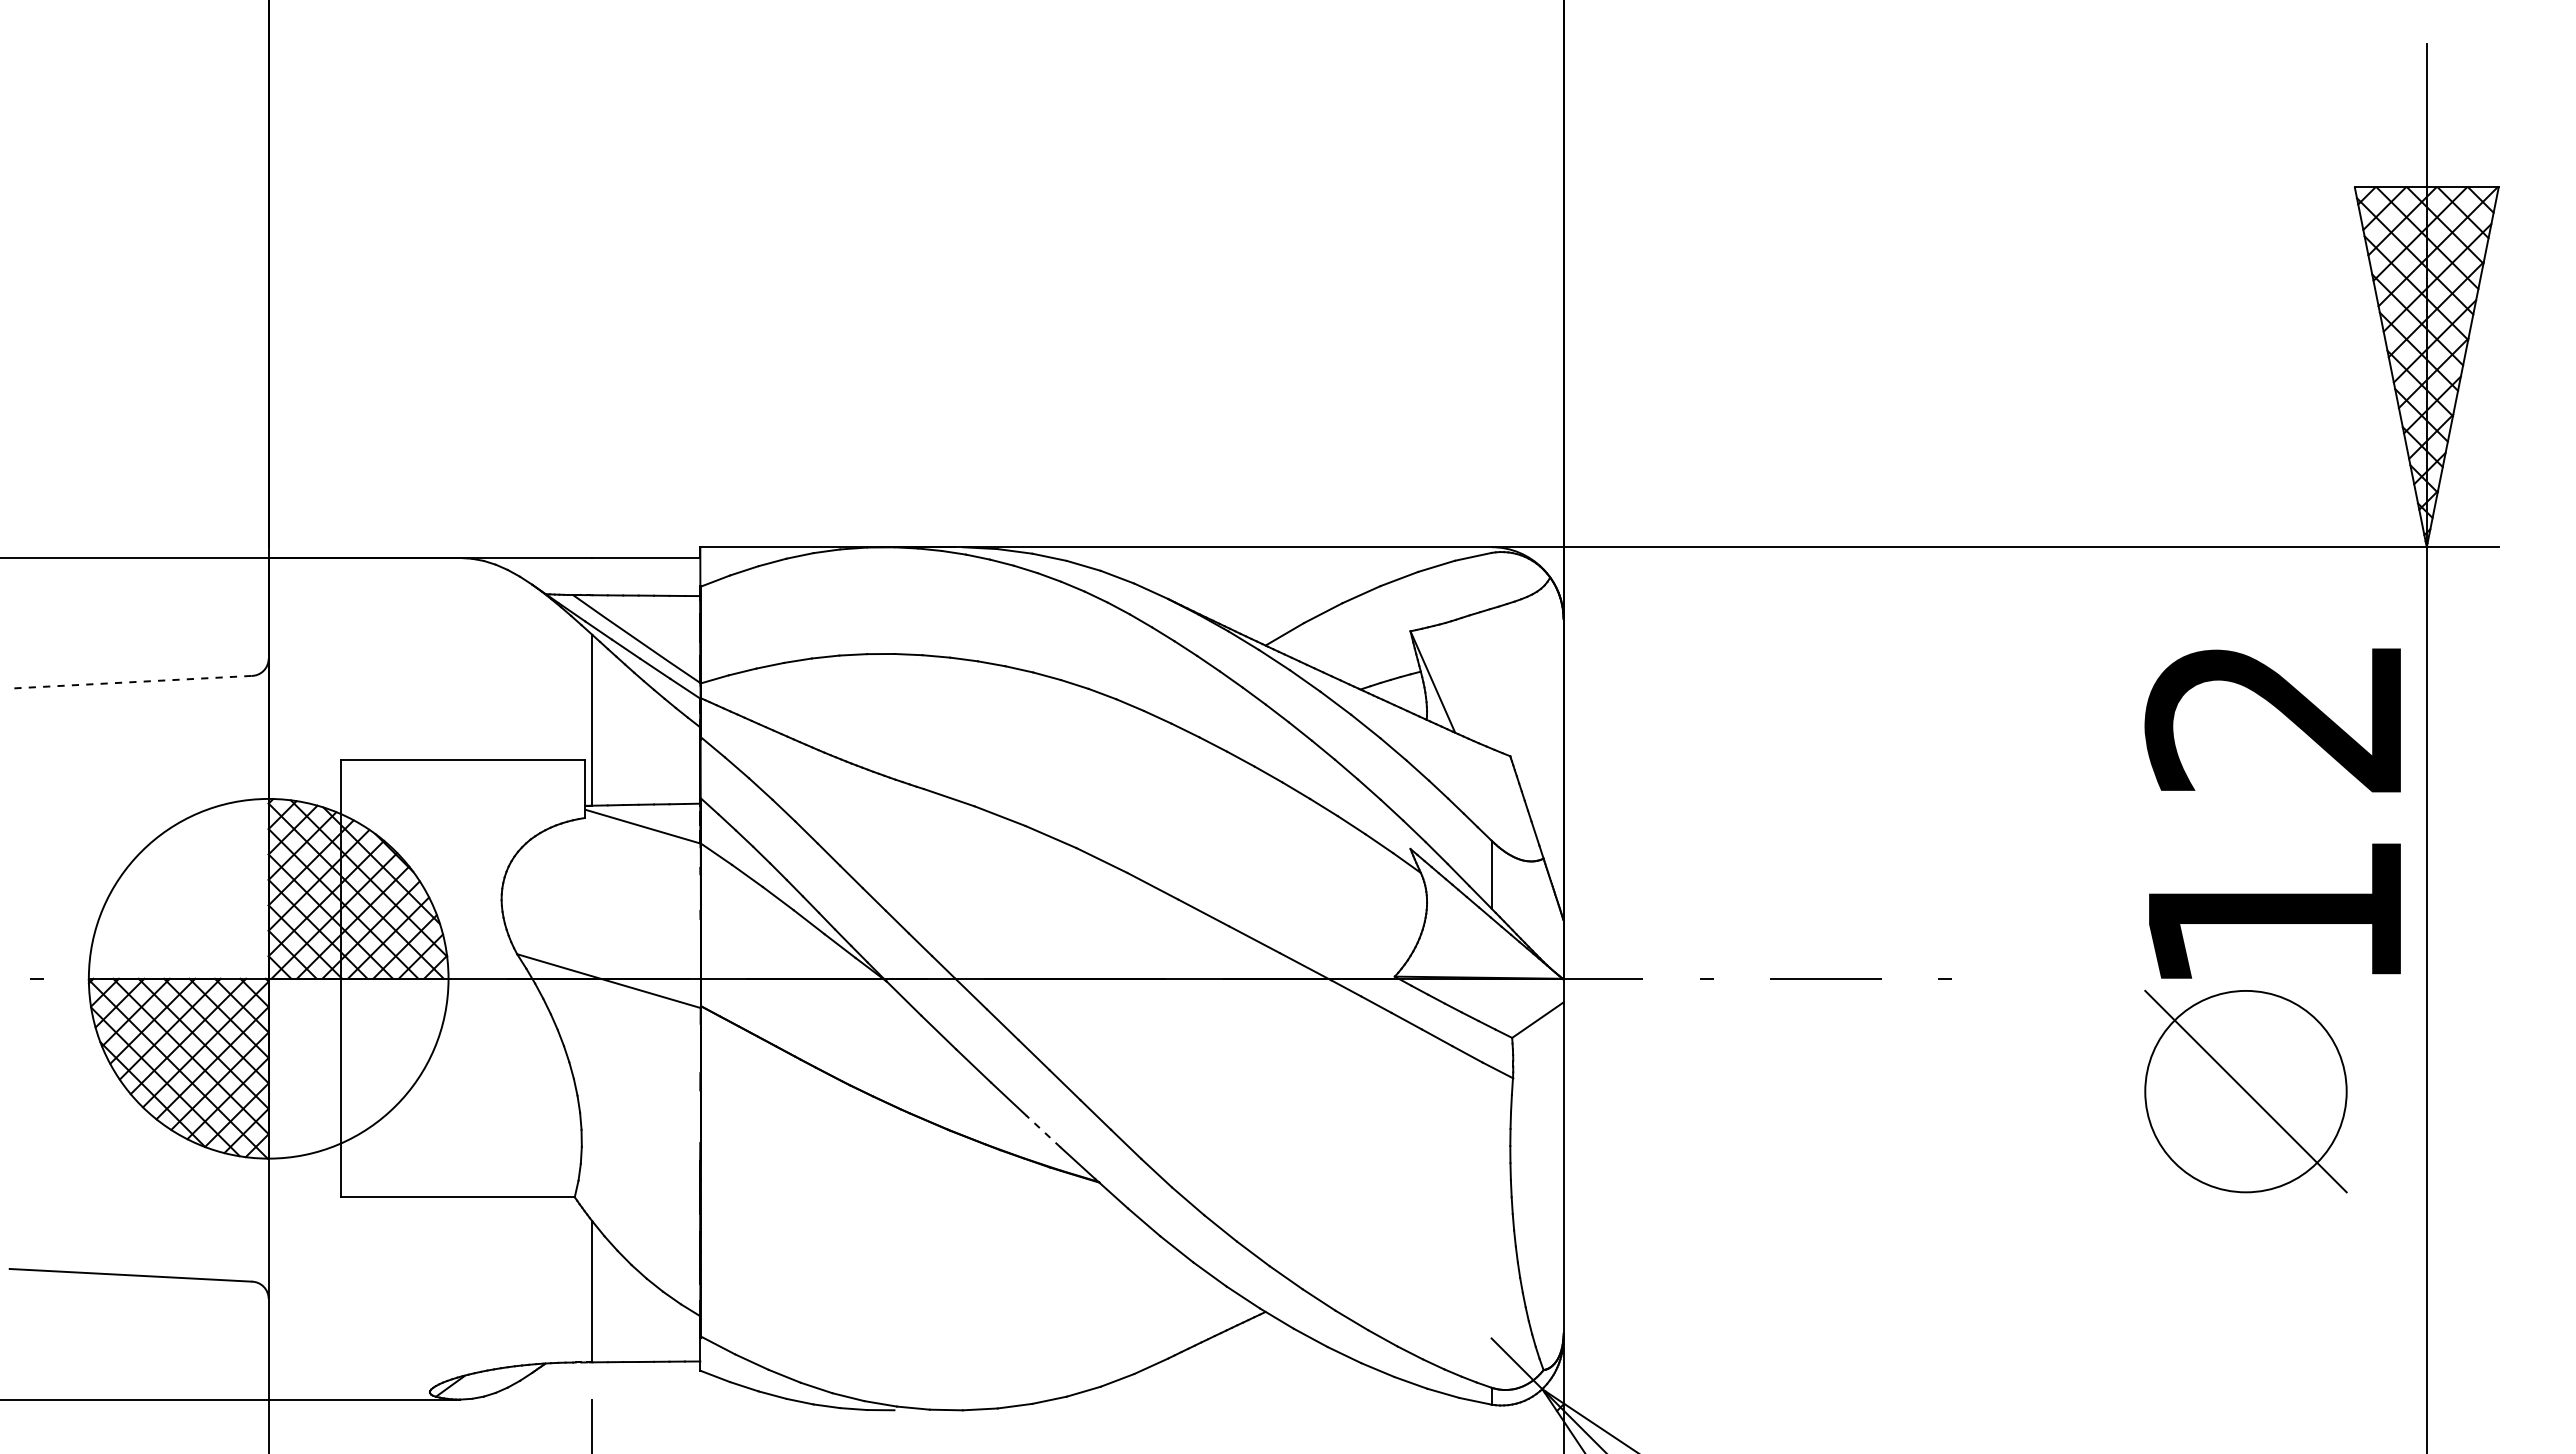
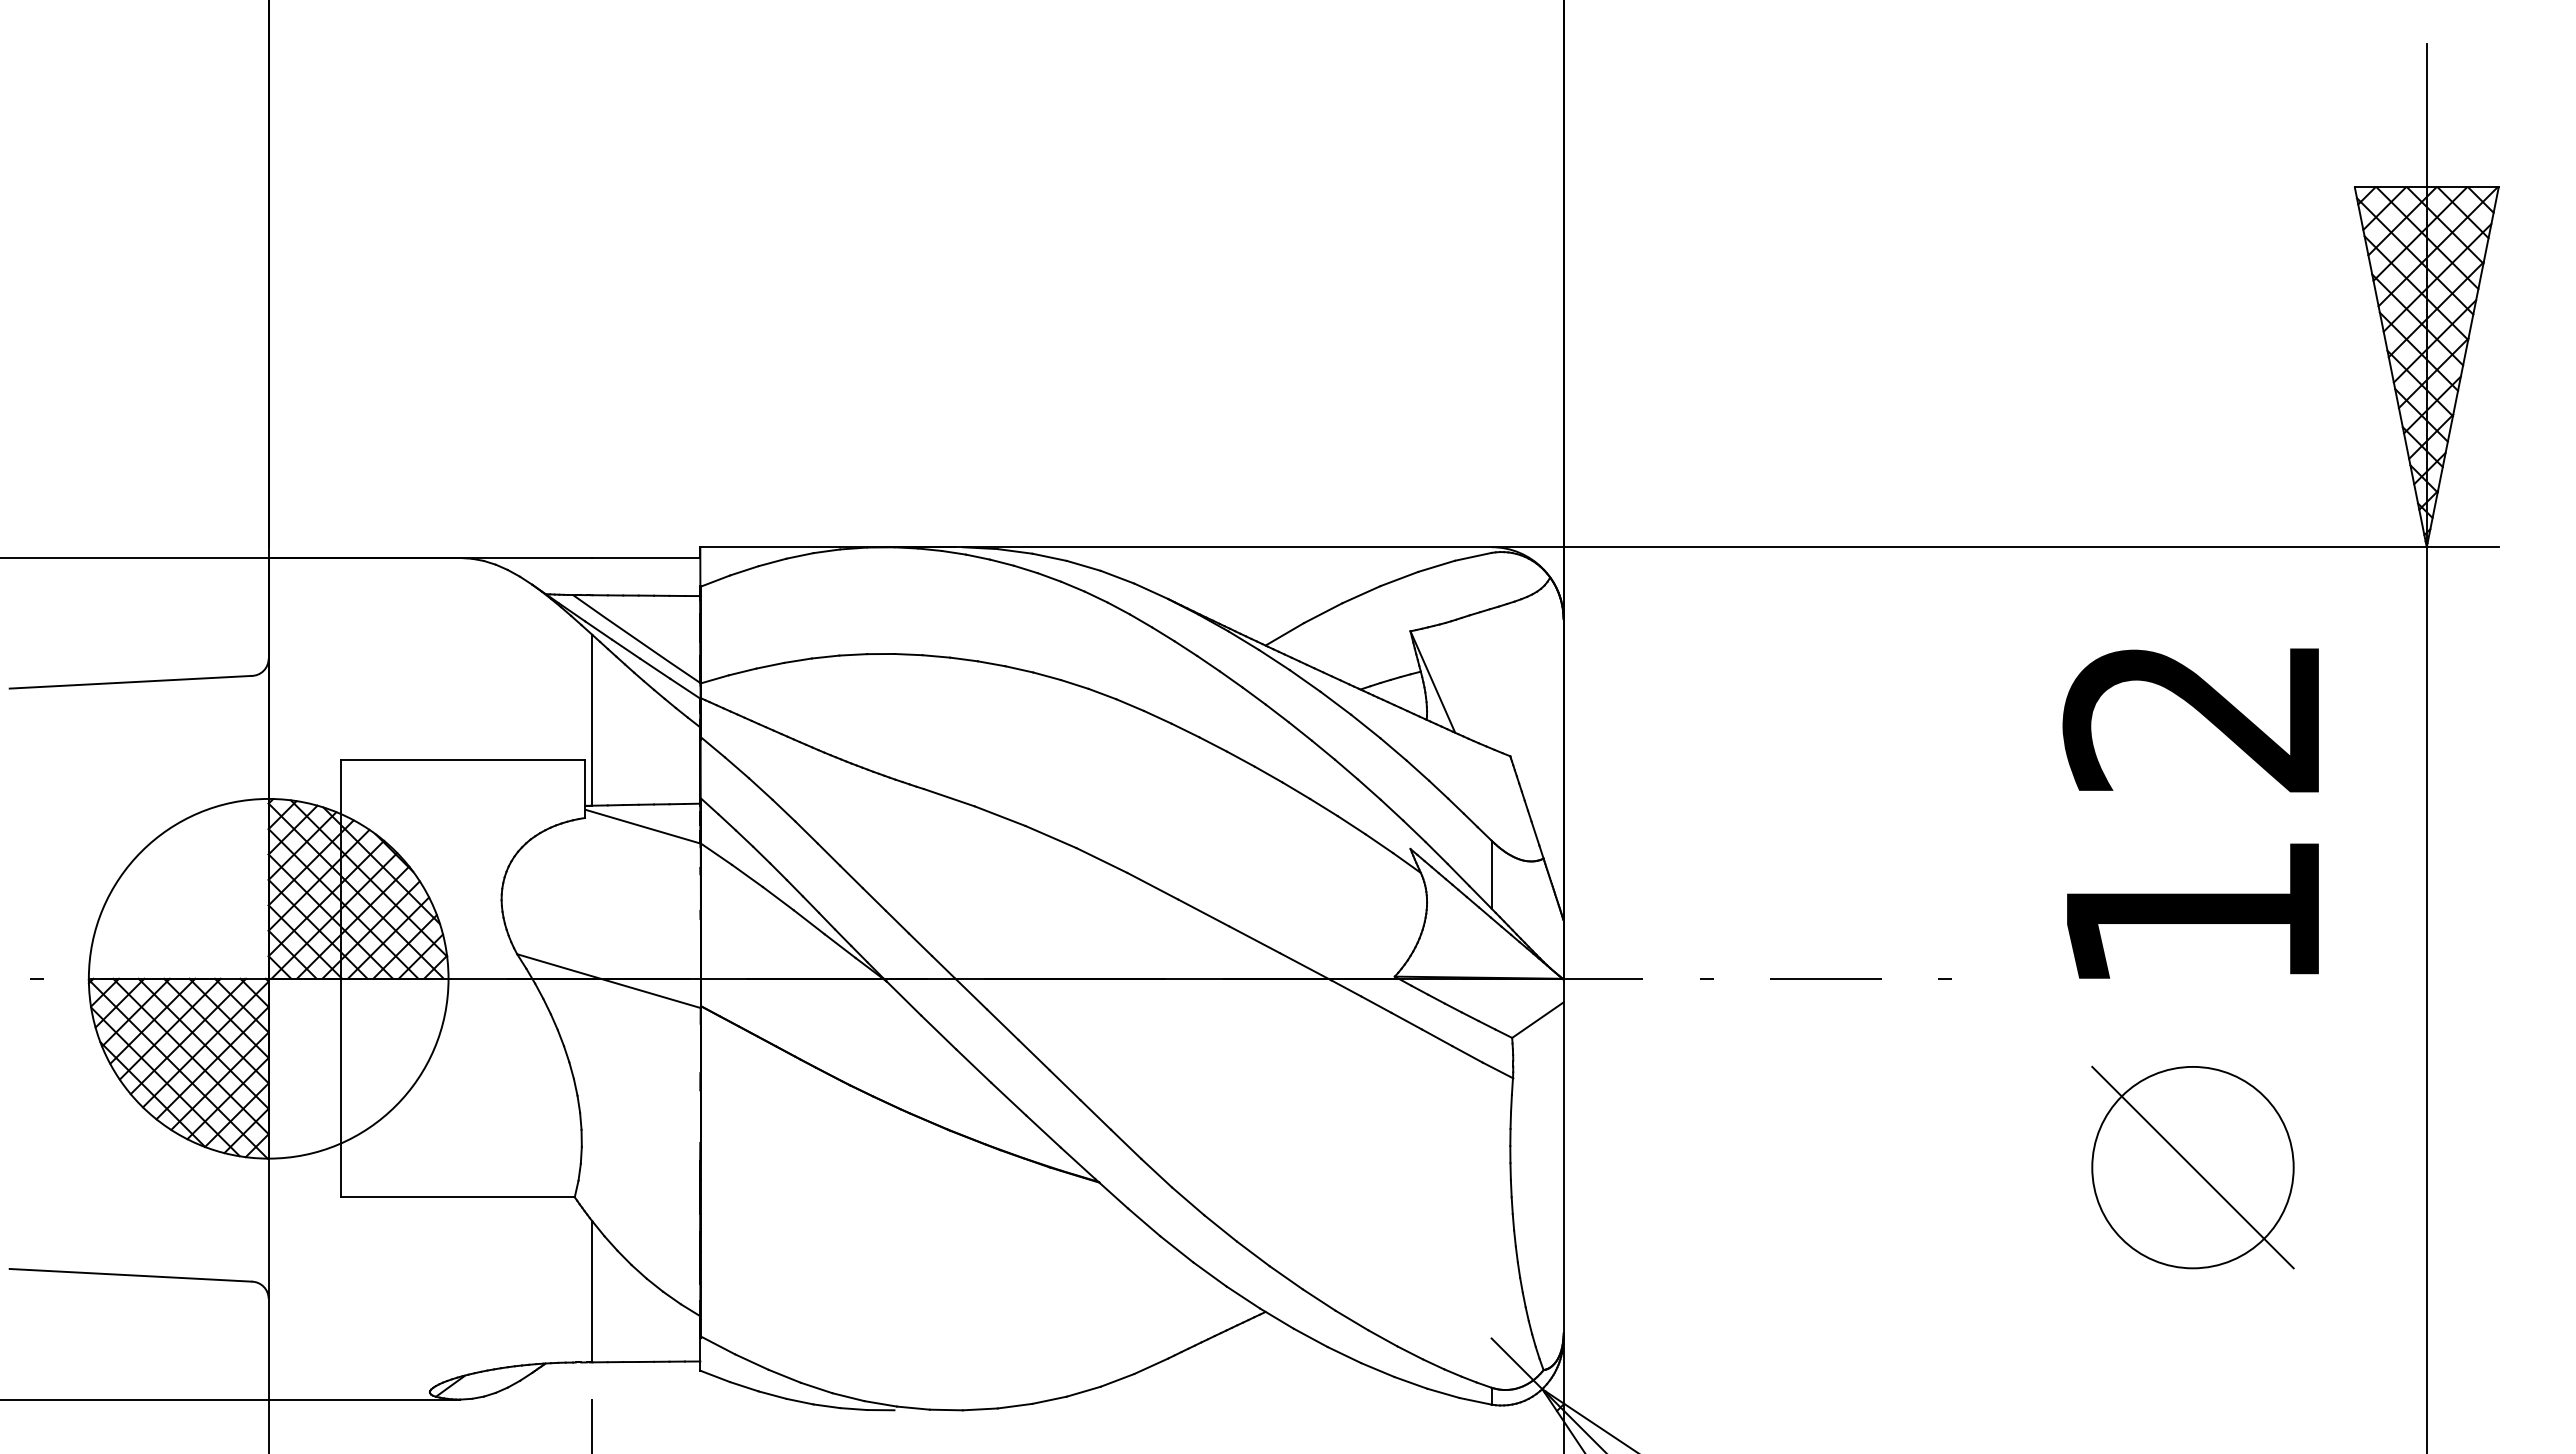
line at (130, 682): dashed -> solid
text at (2272, 813) position: (2272, 813) -> (2190, 813)
part at (2245, 1091) position: (2245, 1091) -> (2192, 1167)
line at (1043, 1131): dashed -> solid
